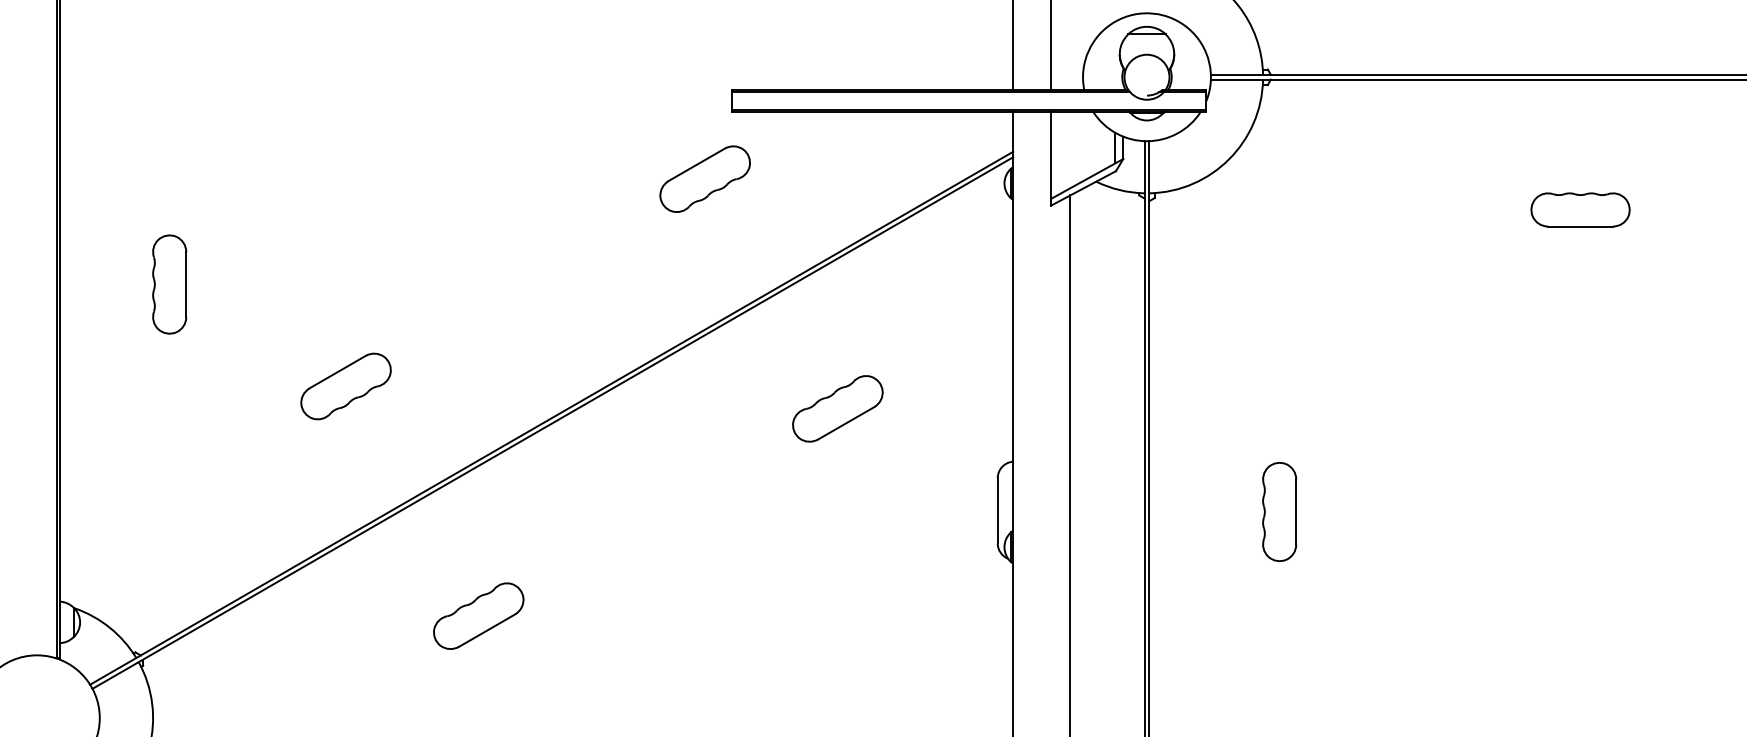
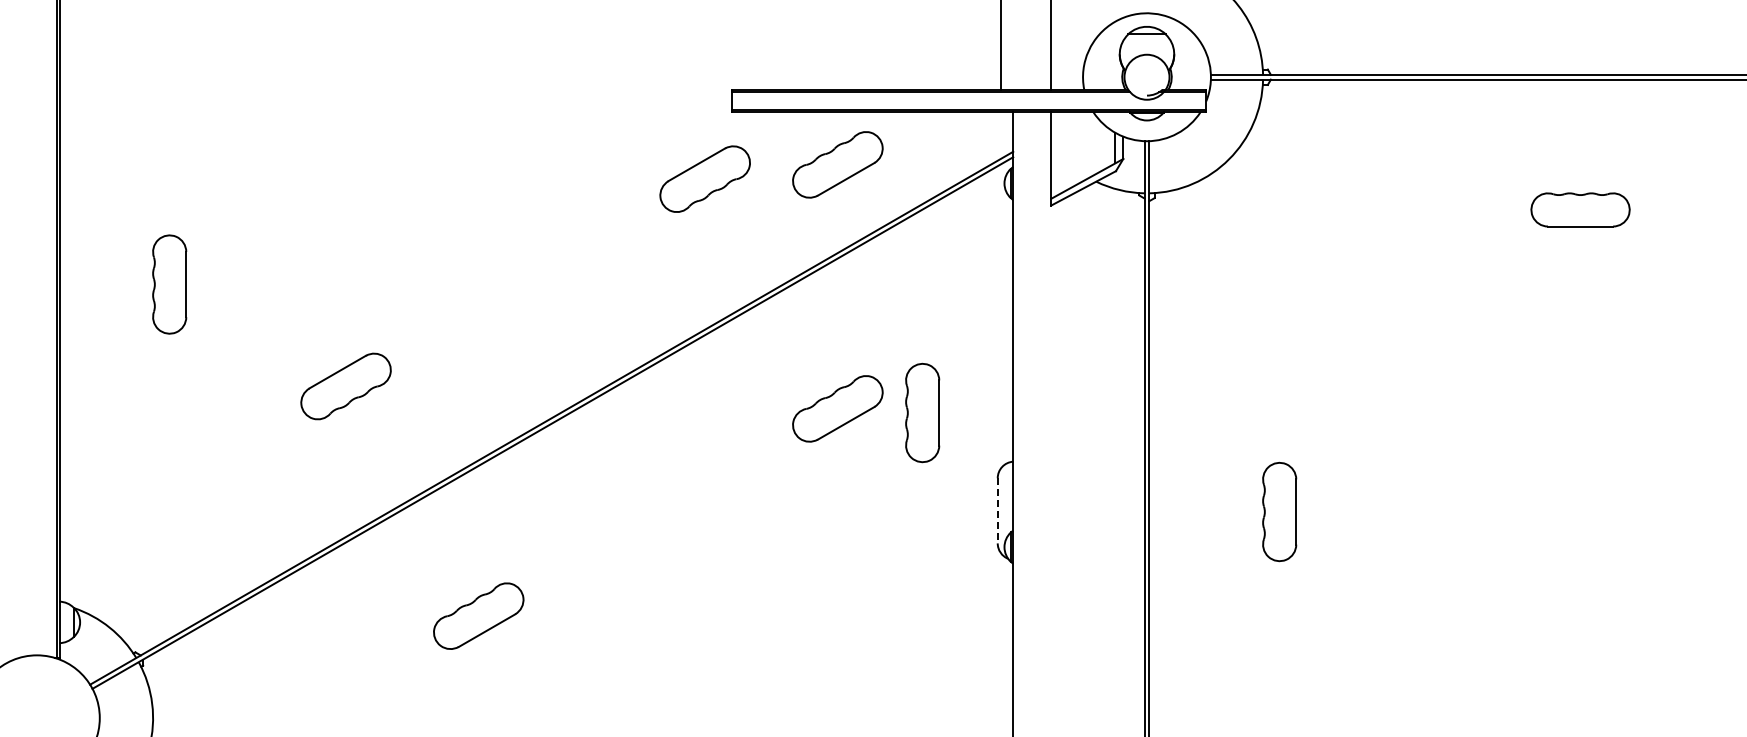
line at (1013, 45) position: (1013, 45) -> (1001, 45)
part at (837, 164): none -> present
part at (922, 412): none -> present
line at (1070, 464): present -> none
line at (997, 510): solid -> dashed
